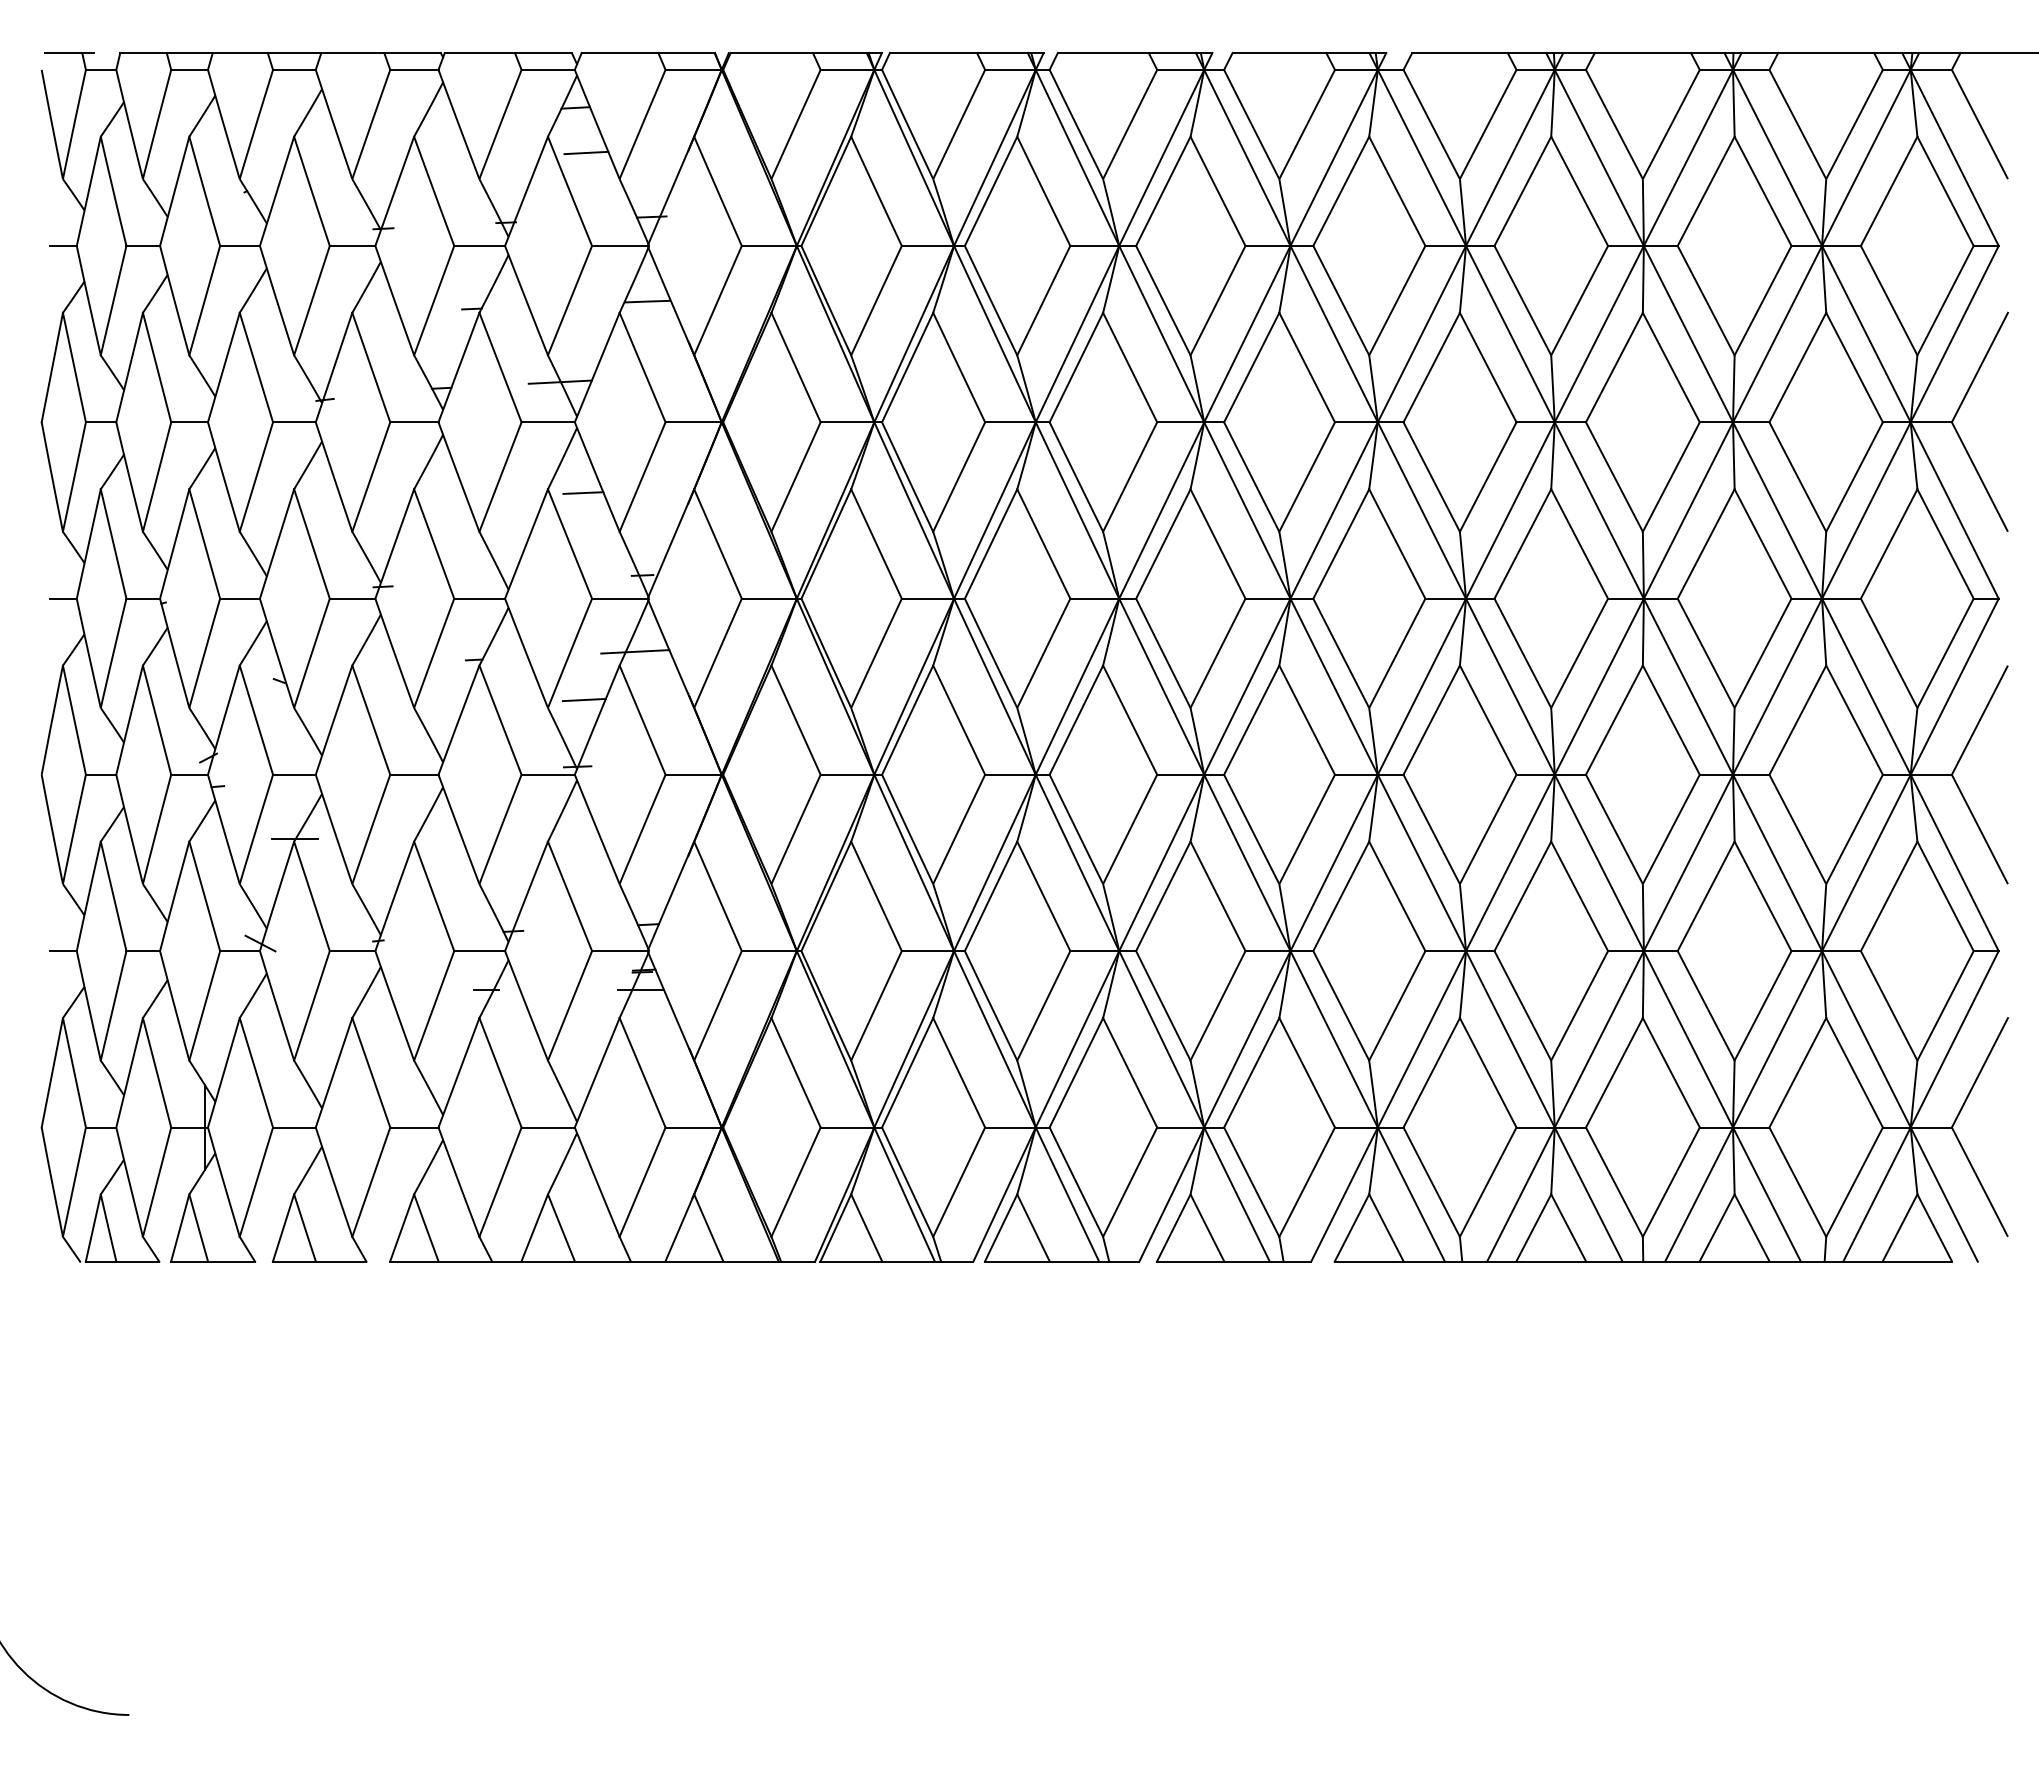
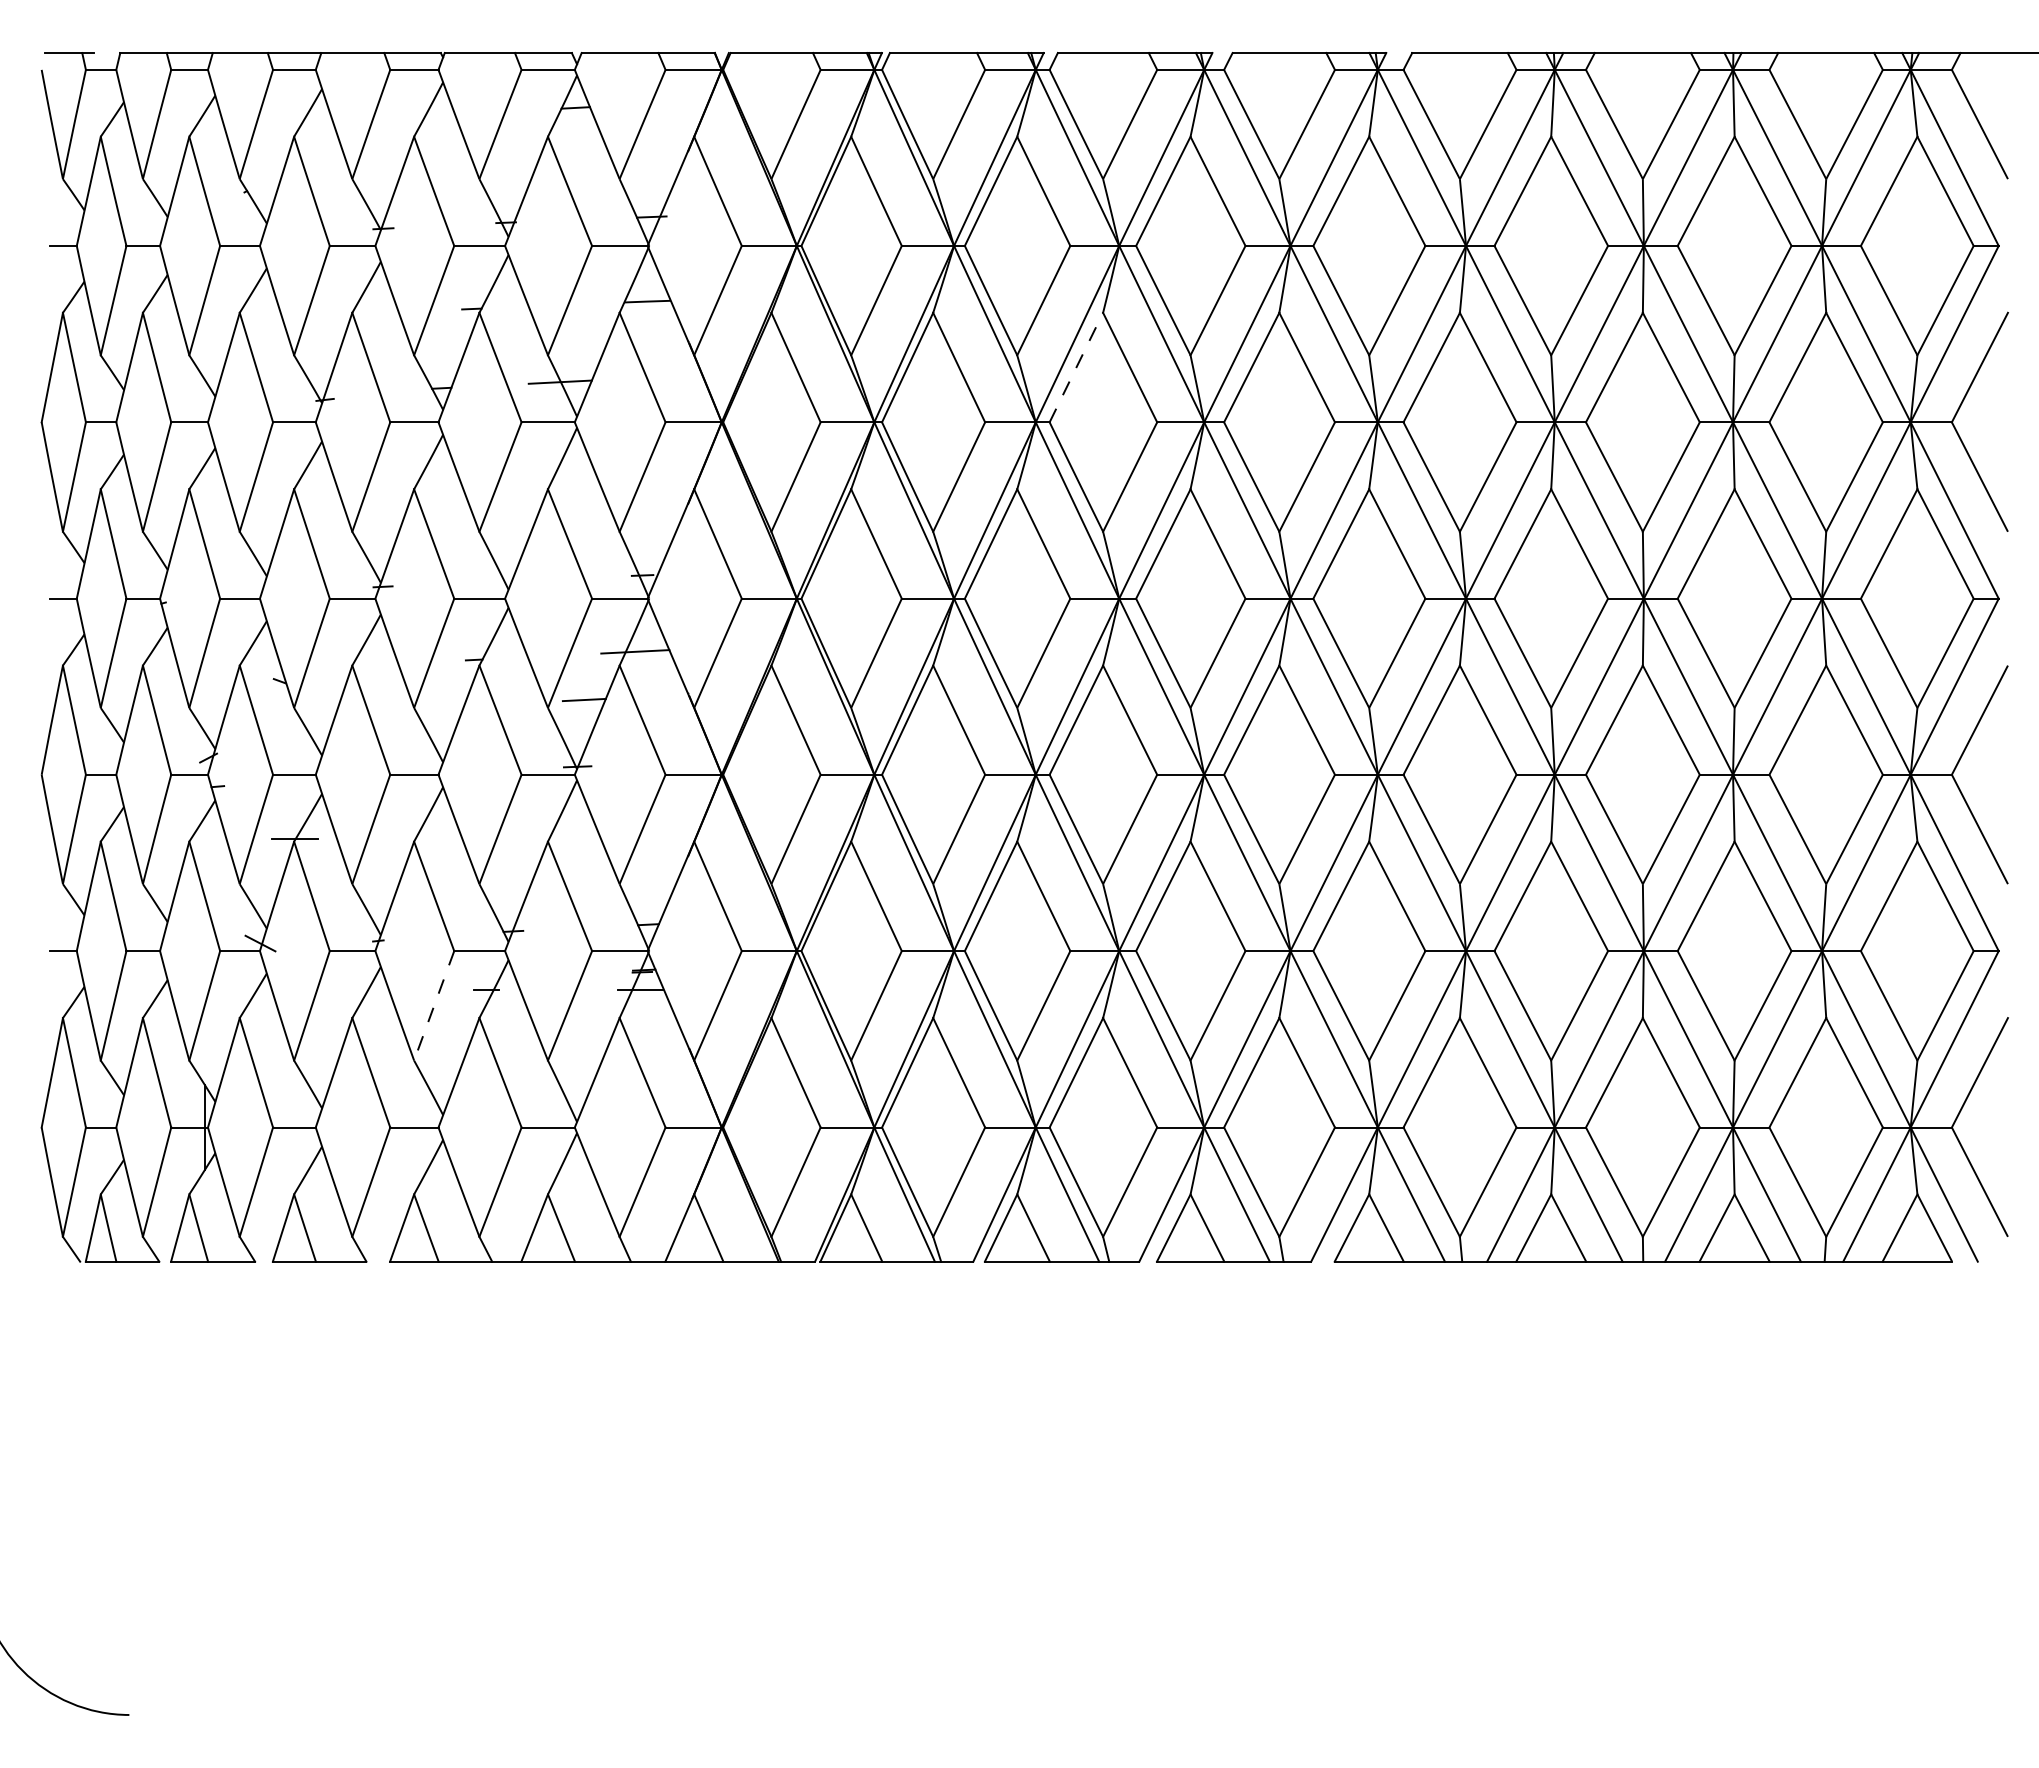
line at (586, 152): present -> none
line at (1076, 367): solid -> dashed
line at (583, 492): present -> none
line at (434, 1006): solid -> dashed
